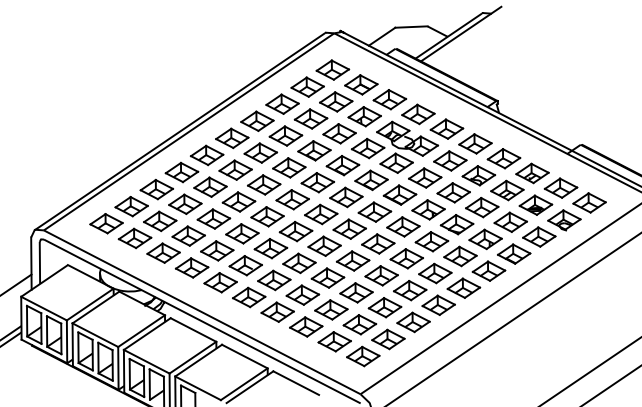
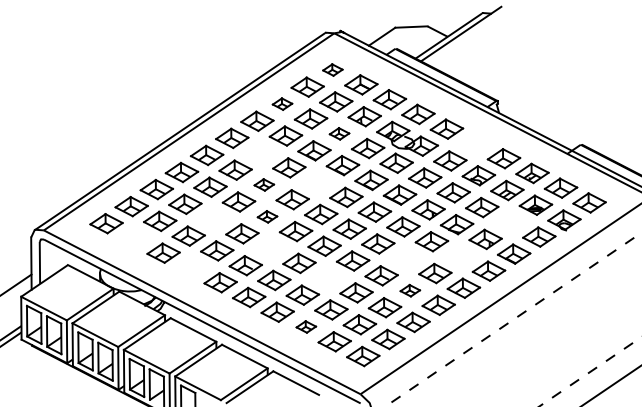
part at (332, 69) size: 36x22 px -> 22x14 px
part at (282, 103) size: 35x22 px -> 23x14 px
part at (339, 133) size: 35x22 px -> 23x14 px
part at (475, 143): present -> none
part at (260, 152): present -> none
part at (317, 182): present -> none
part at (264, 184) size: 35x22 px -> 23x14 px
part at (267, 216) size: 35x22 px -> 23x14 px
part at (213, 218): present -> none
part at (510, 221): present -> none
part at (134, 238): present -> none
part at (270, 248): present -> none
part at (460, 256): present -> none
part at (406, 258): present -> none
part at (191, 267): present -> none
part at (327, 277): present -> none
part at (410, 290) size: 35x22 px -> 23x15 px
line at (513, 319): solid -> dashed
part at (306, 326) size: 35x22 px -> 23x14 px
line at (590, 371): solid -> dashed
